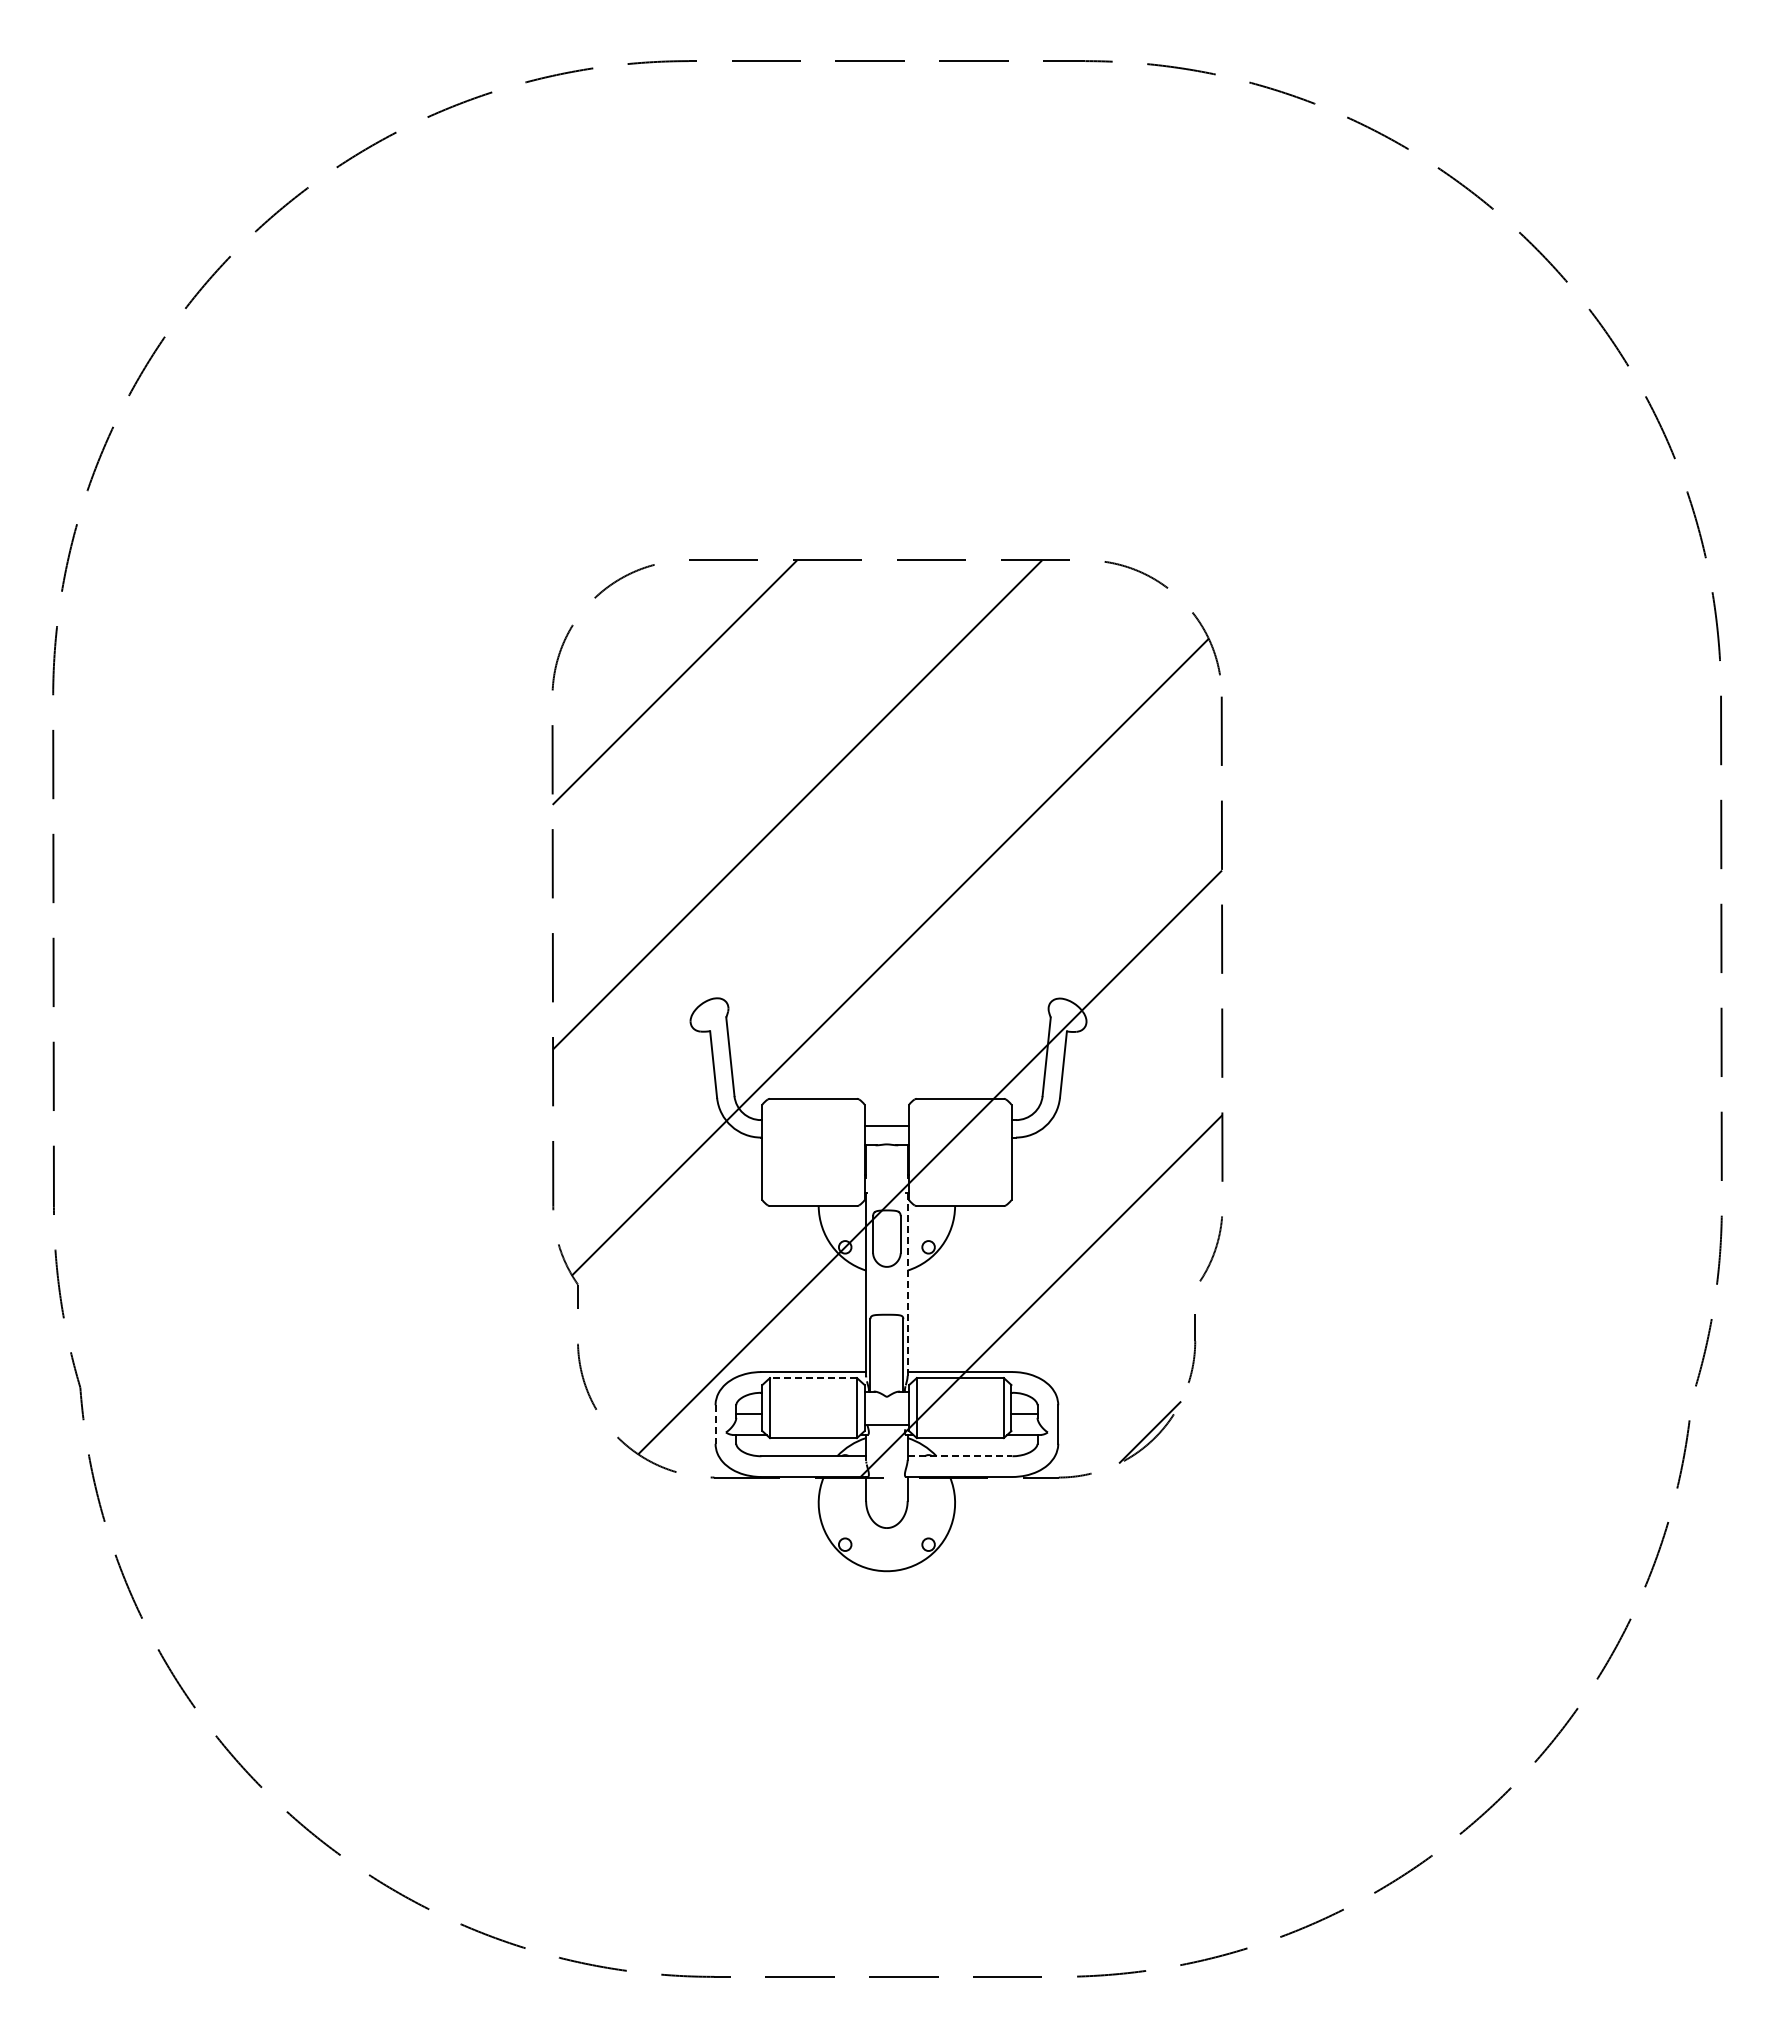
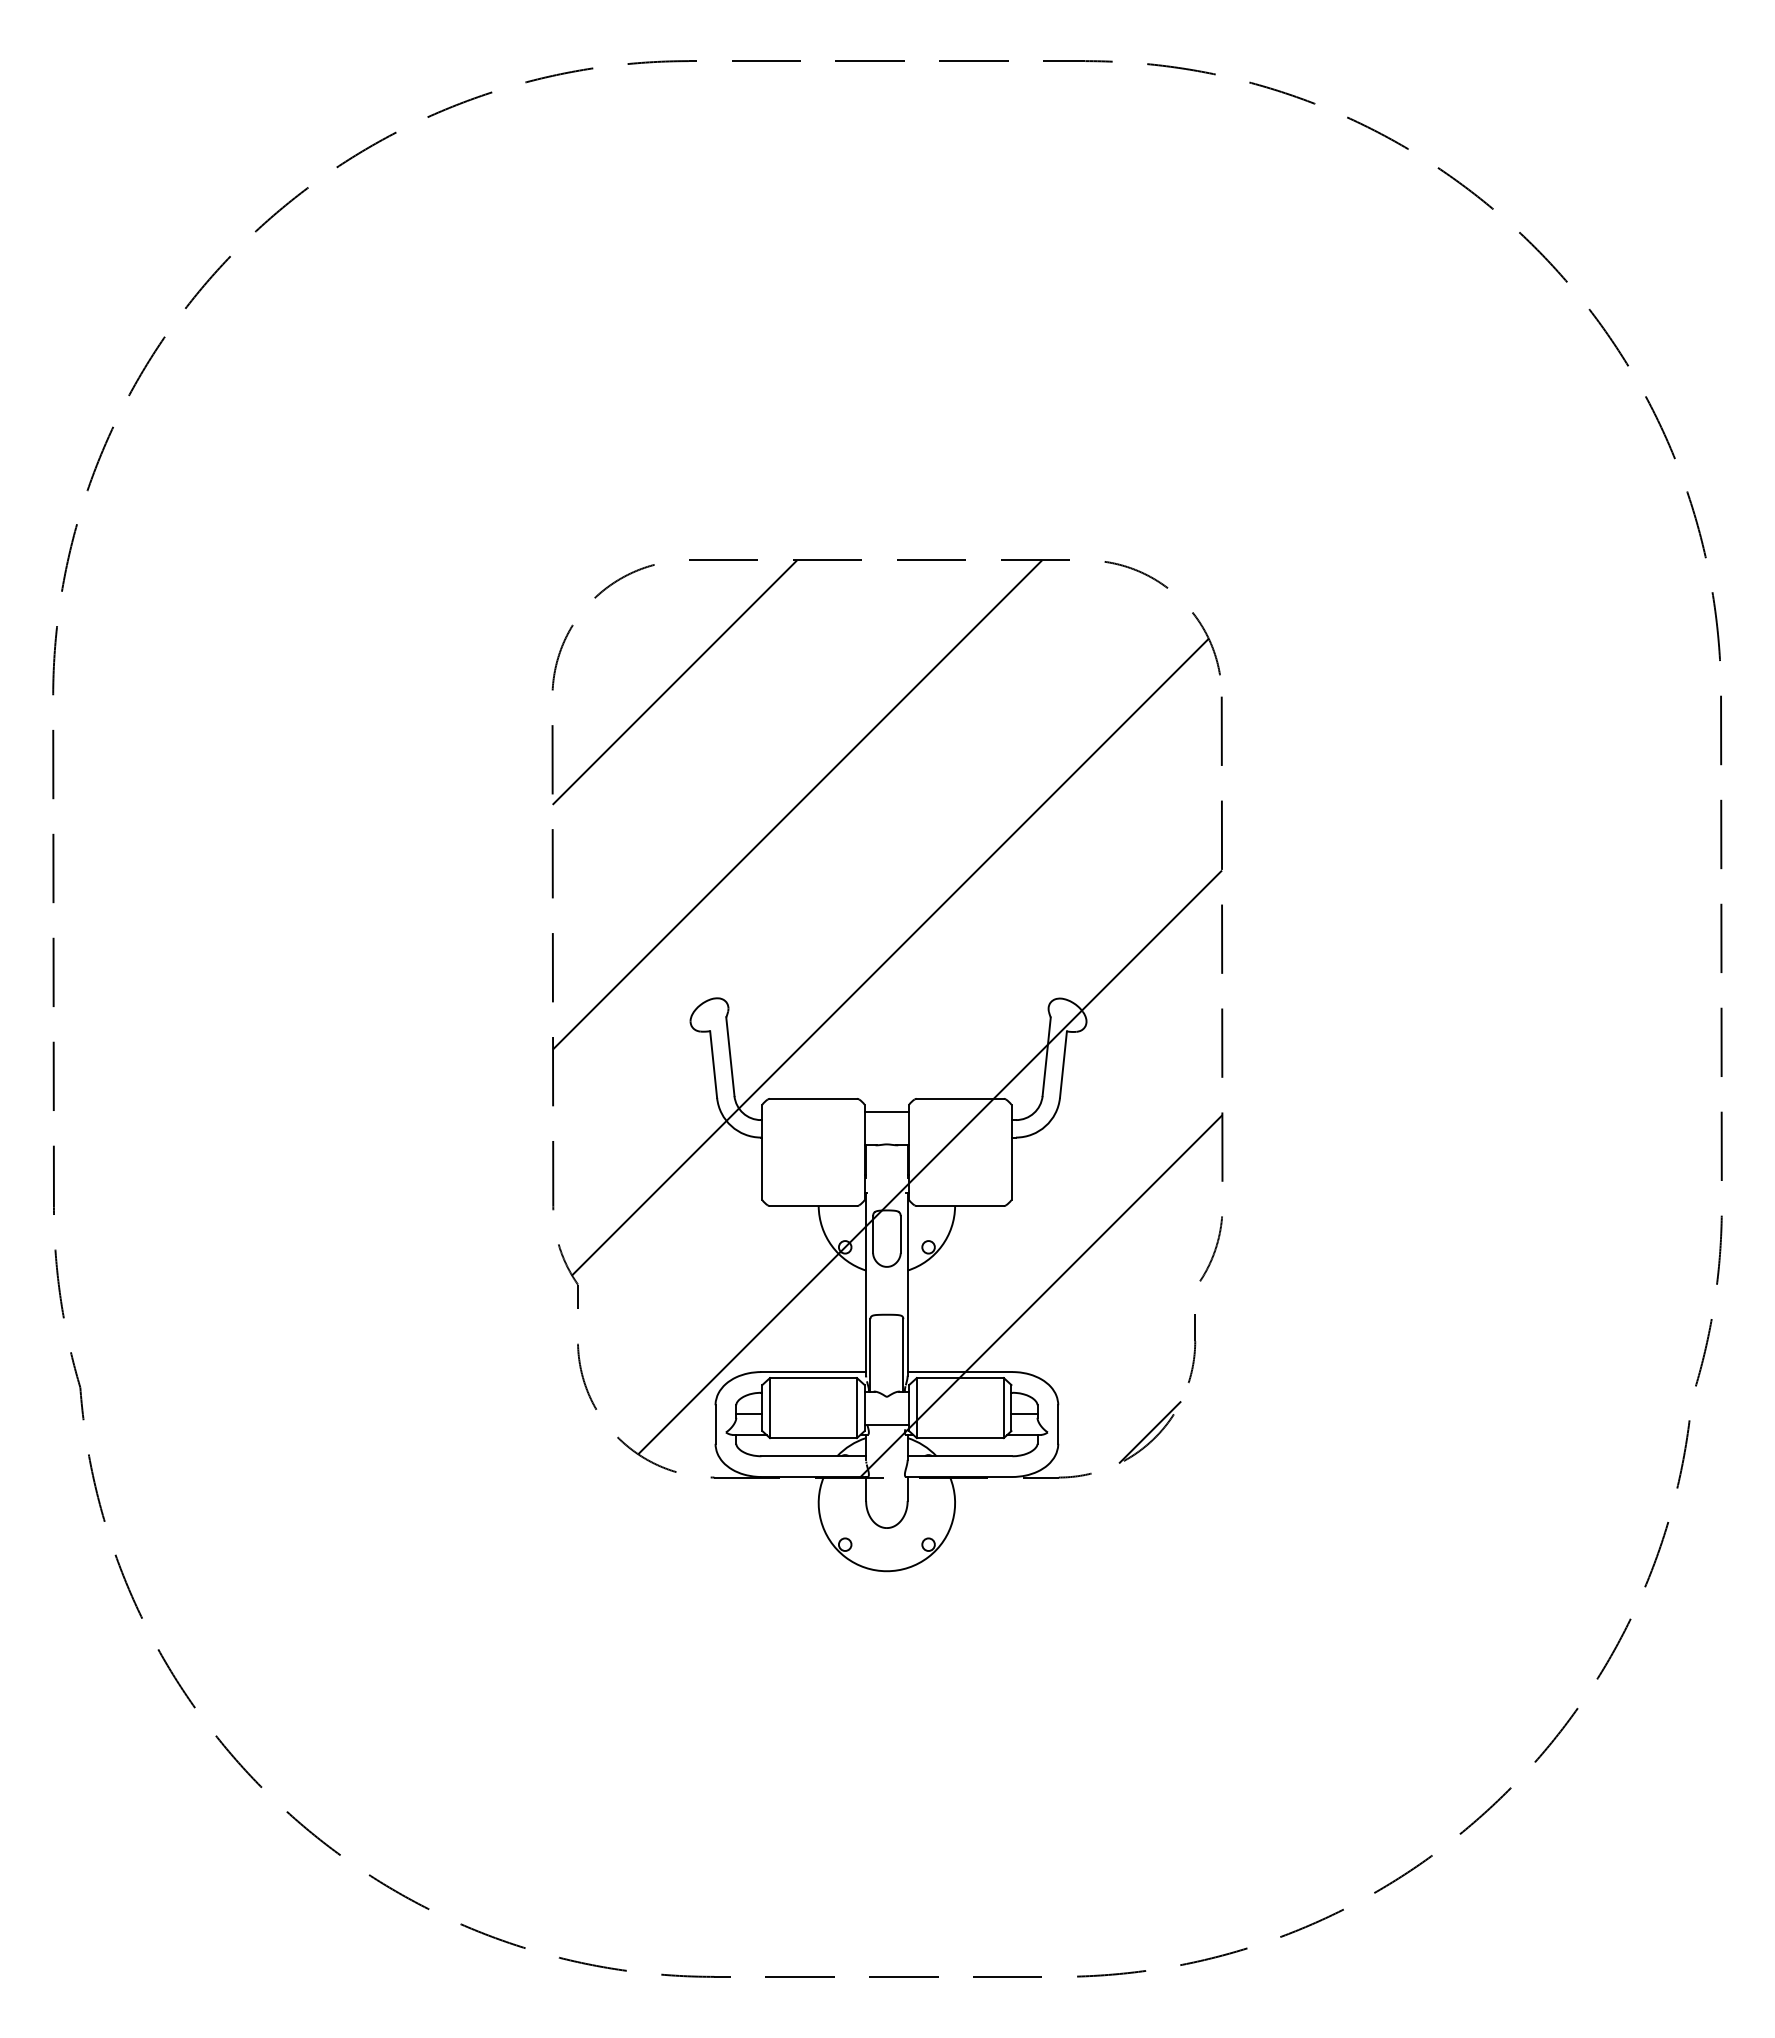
line at (886, 1126) position: (886, 1126) -> (886, 1112)
line at (907, 1284): dashed -> solid
line at (813, 1378): dashed -> solid
line at (715, 1425): dashed -> solid
line at (960, 1456): dashed -> solid
